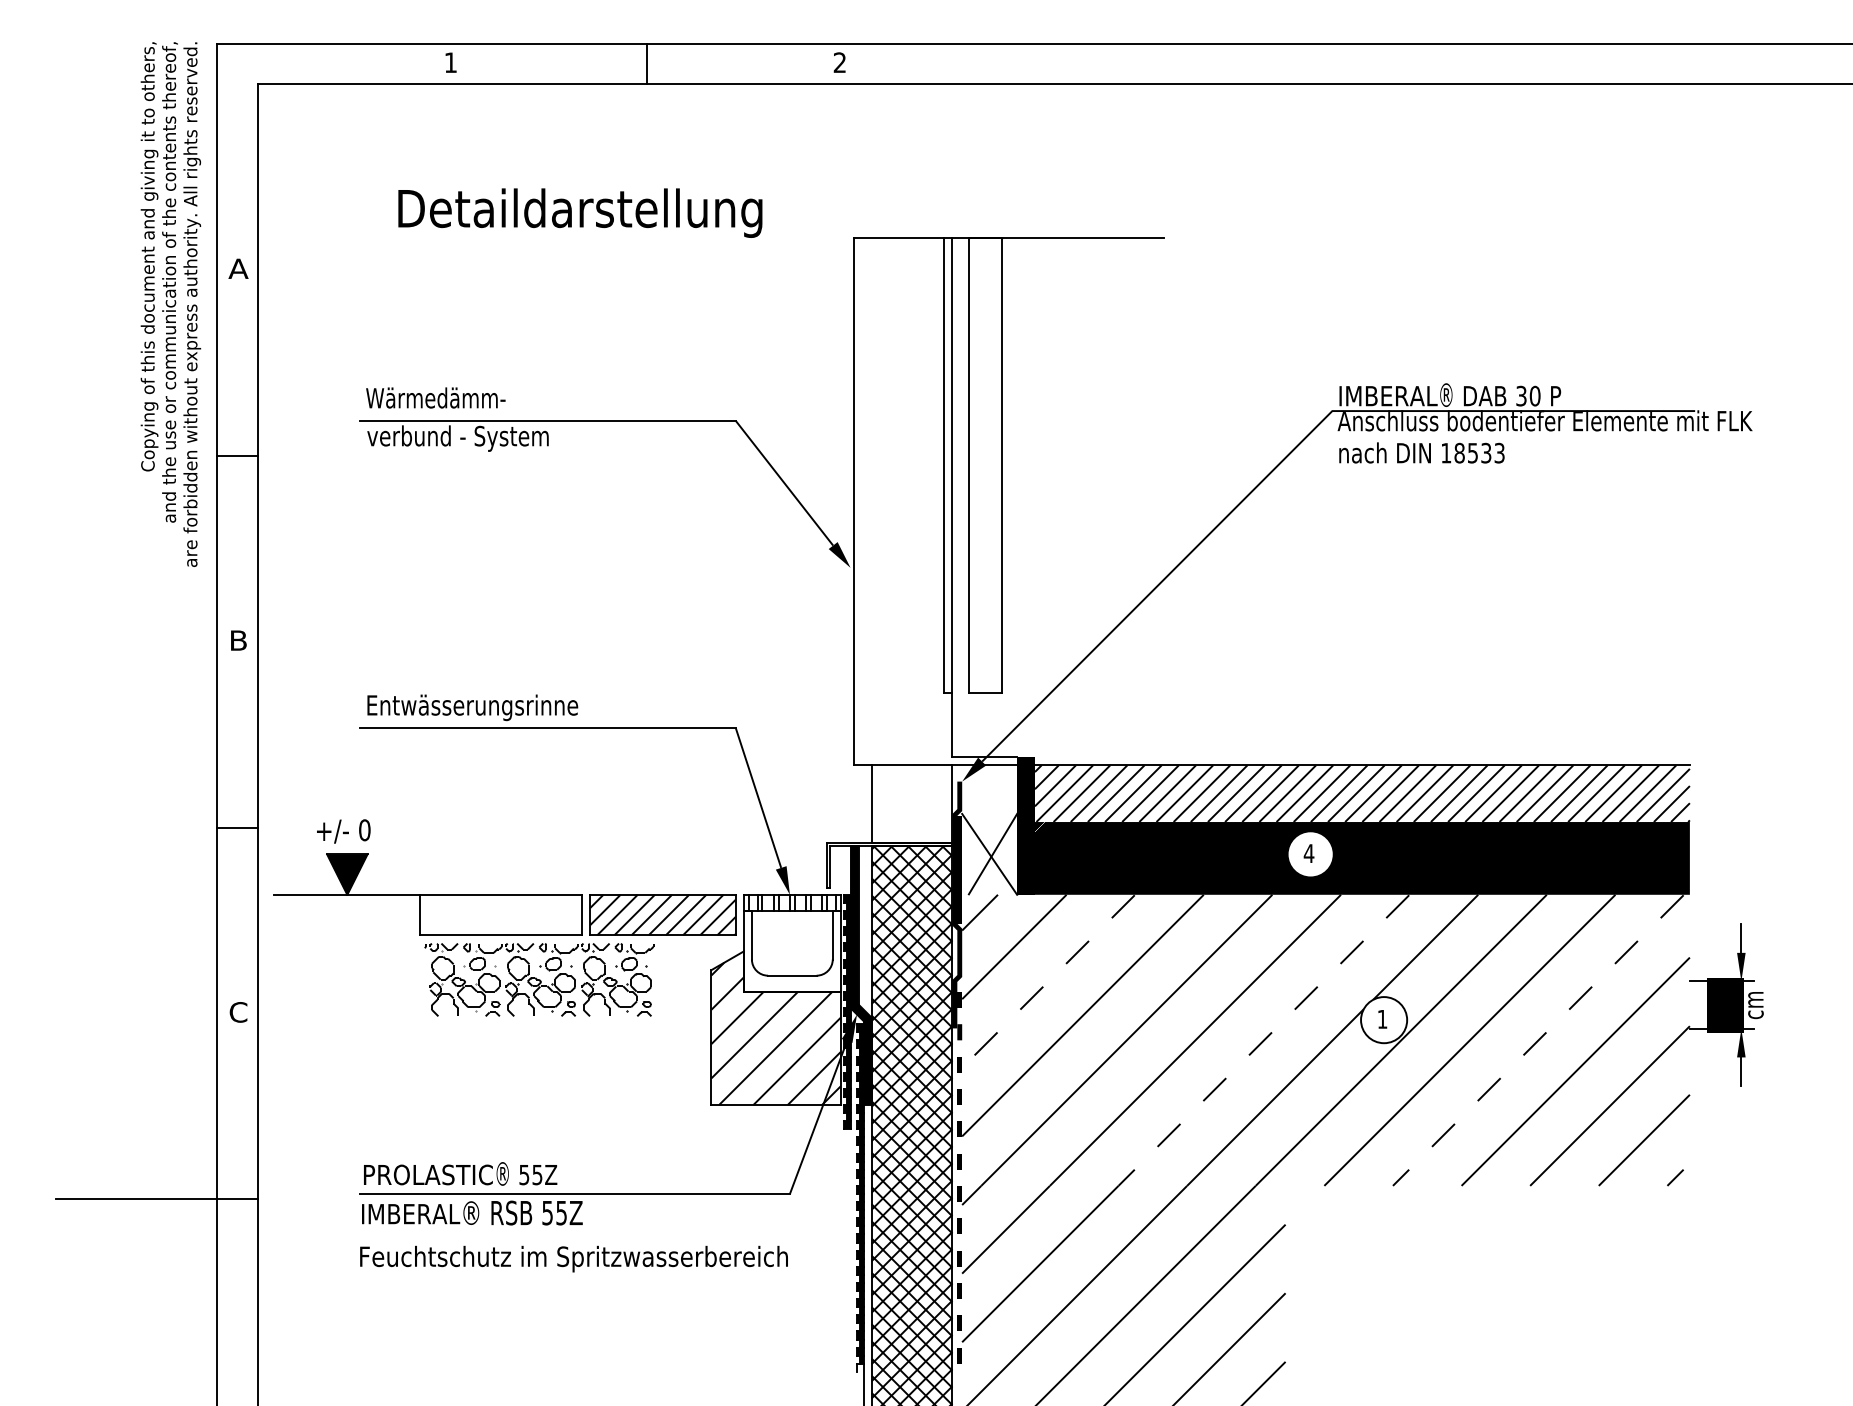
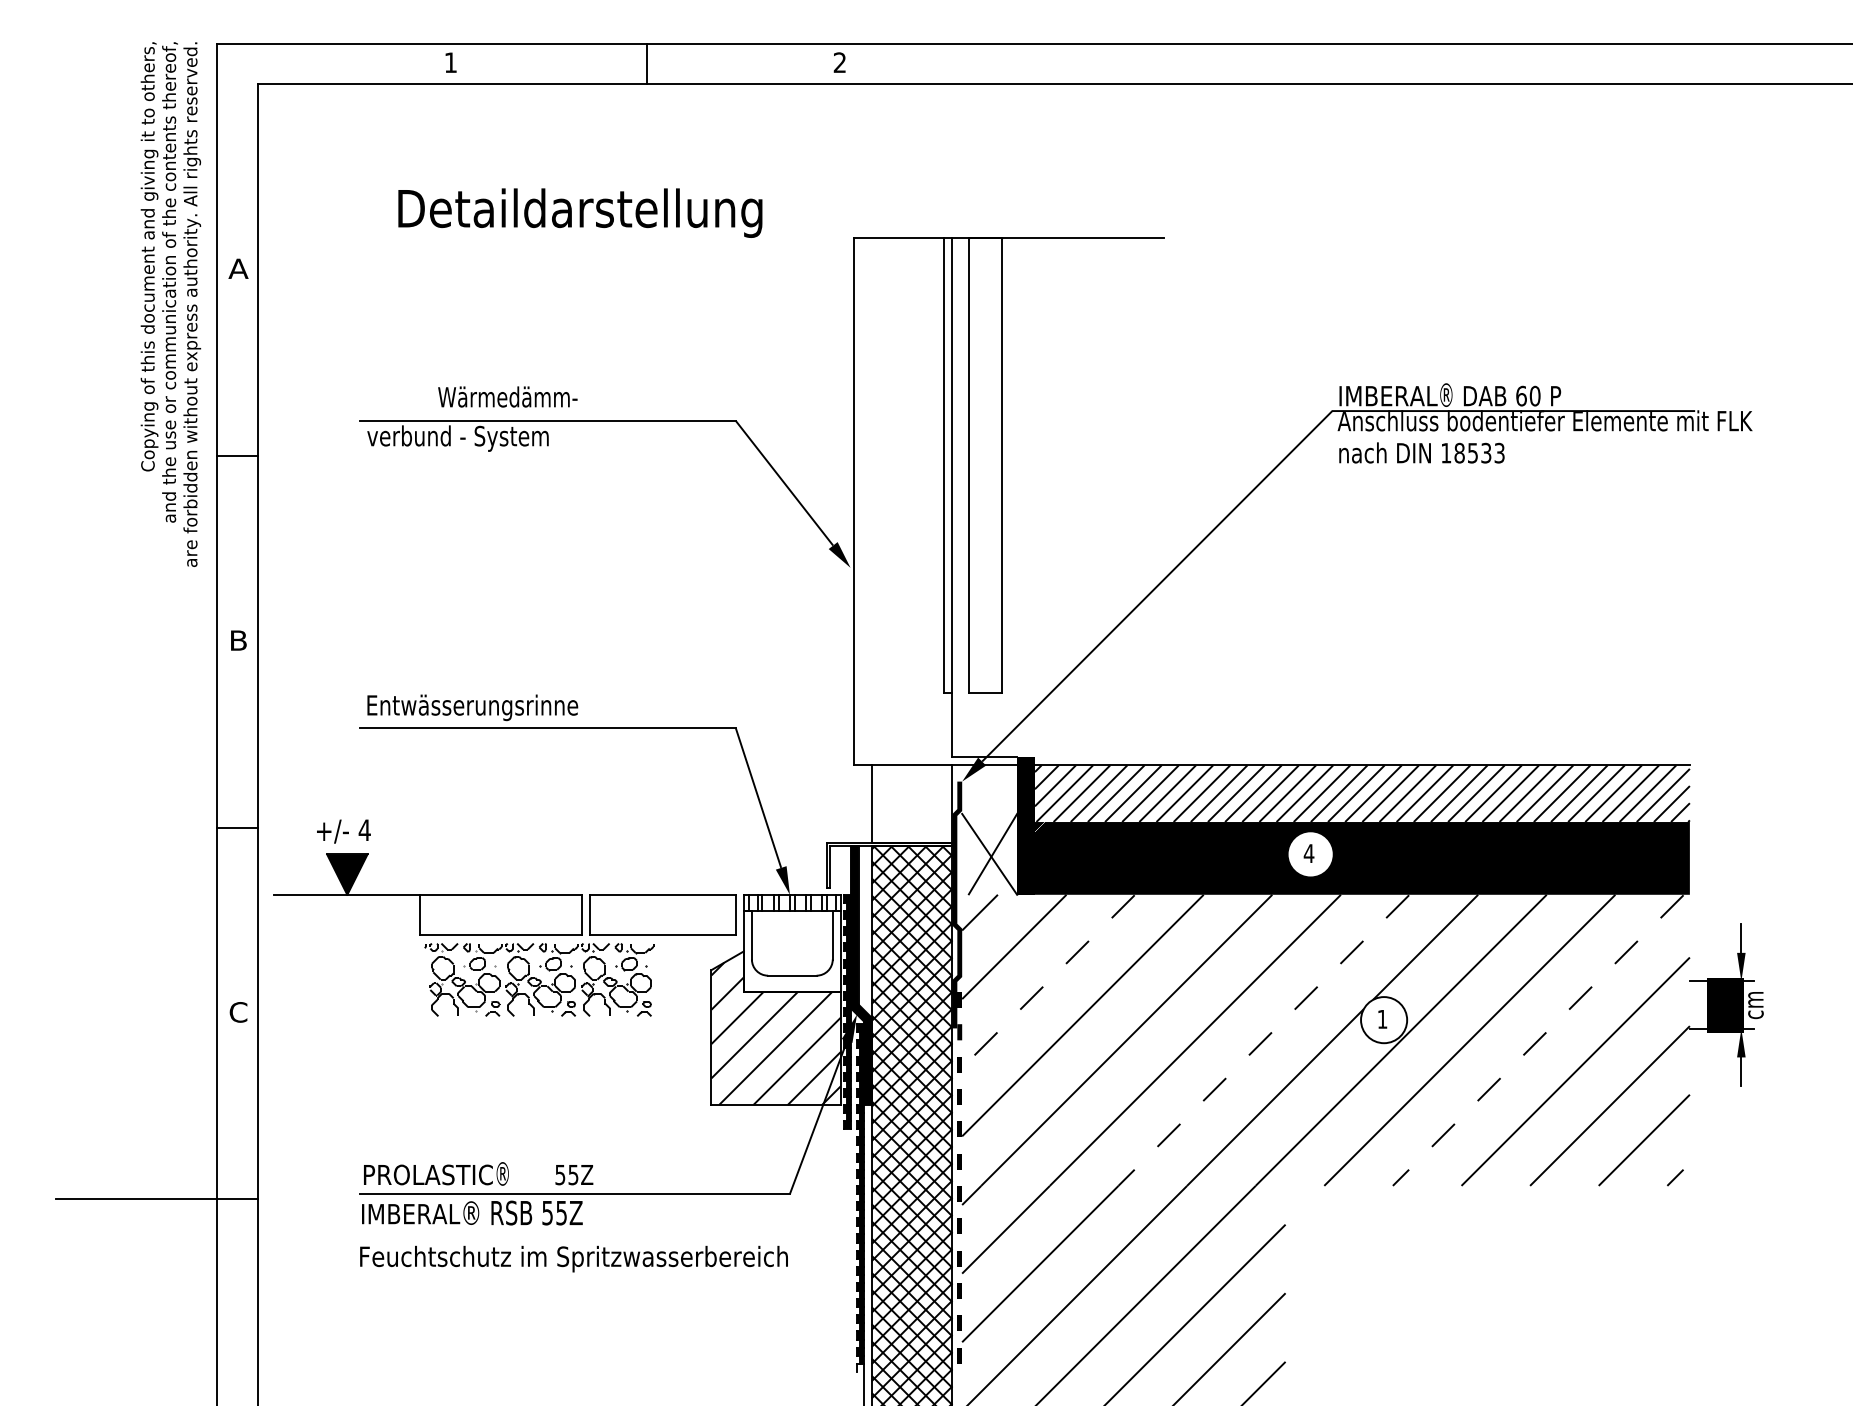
text at (1521, 395): 30 -> 60
text at (435, 397) position: (435, 397) -> (507, 396)
text at (364, 830): 0 -> 4
fill at (959, 869): present -> none
hatch at (662, 914): present -> none
text at (538, 1175) position: (538, 1175) -> (574, 1175)
